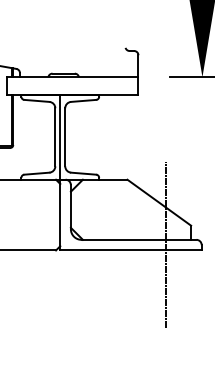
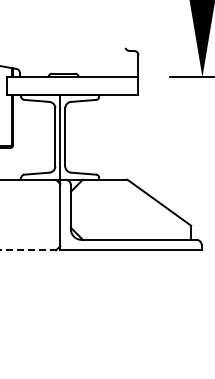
line at (166, 245): present -> none
line at (28, 250): solid -> dashed
